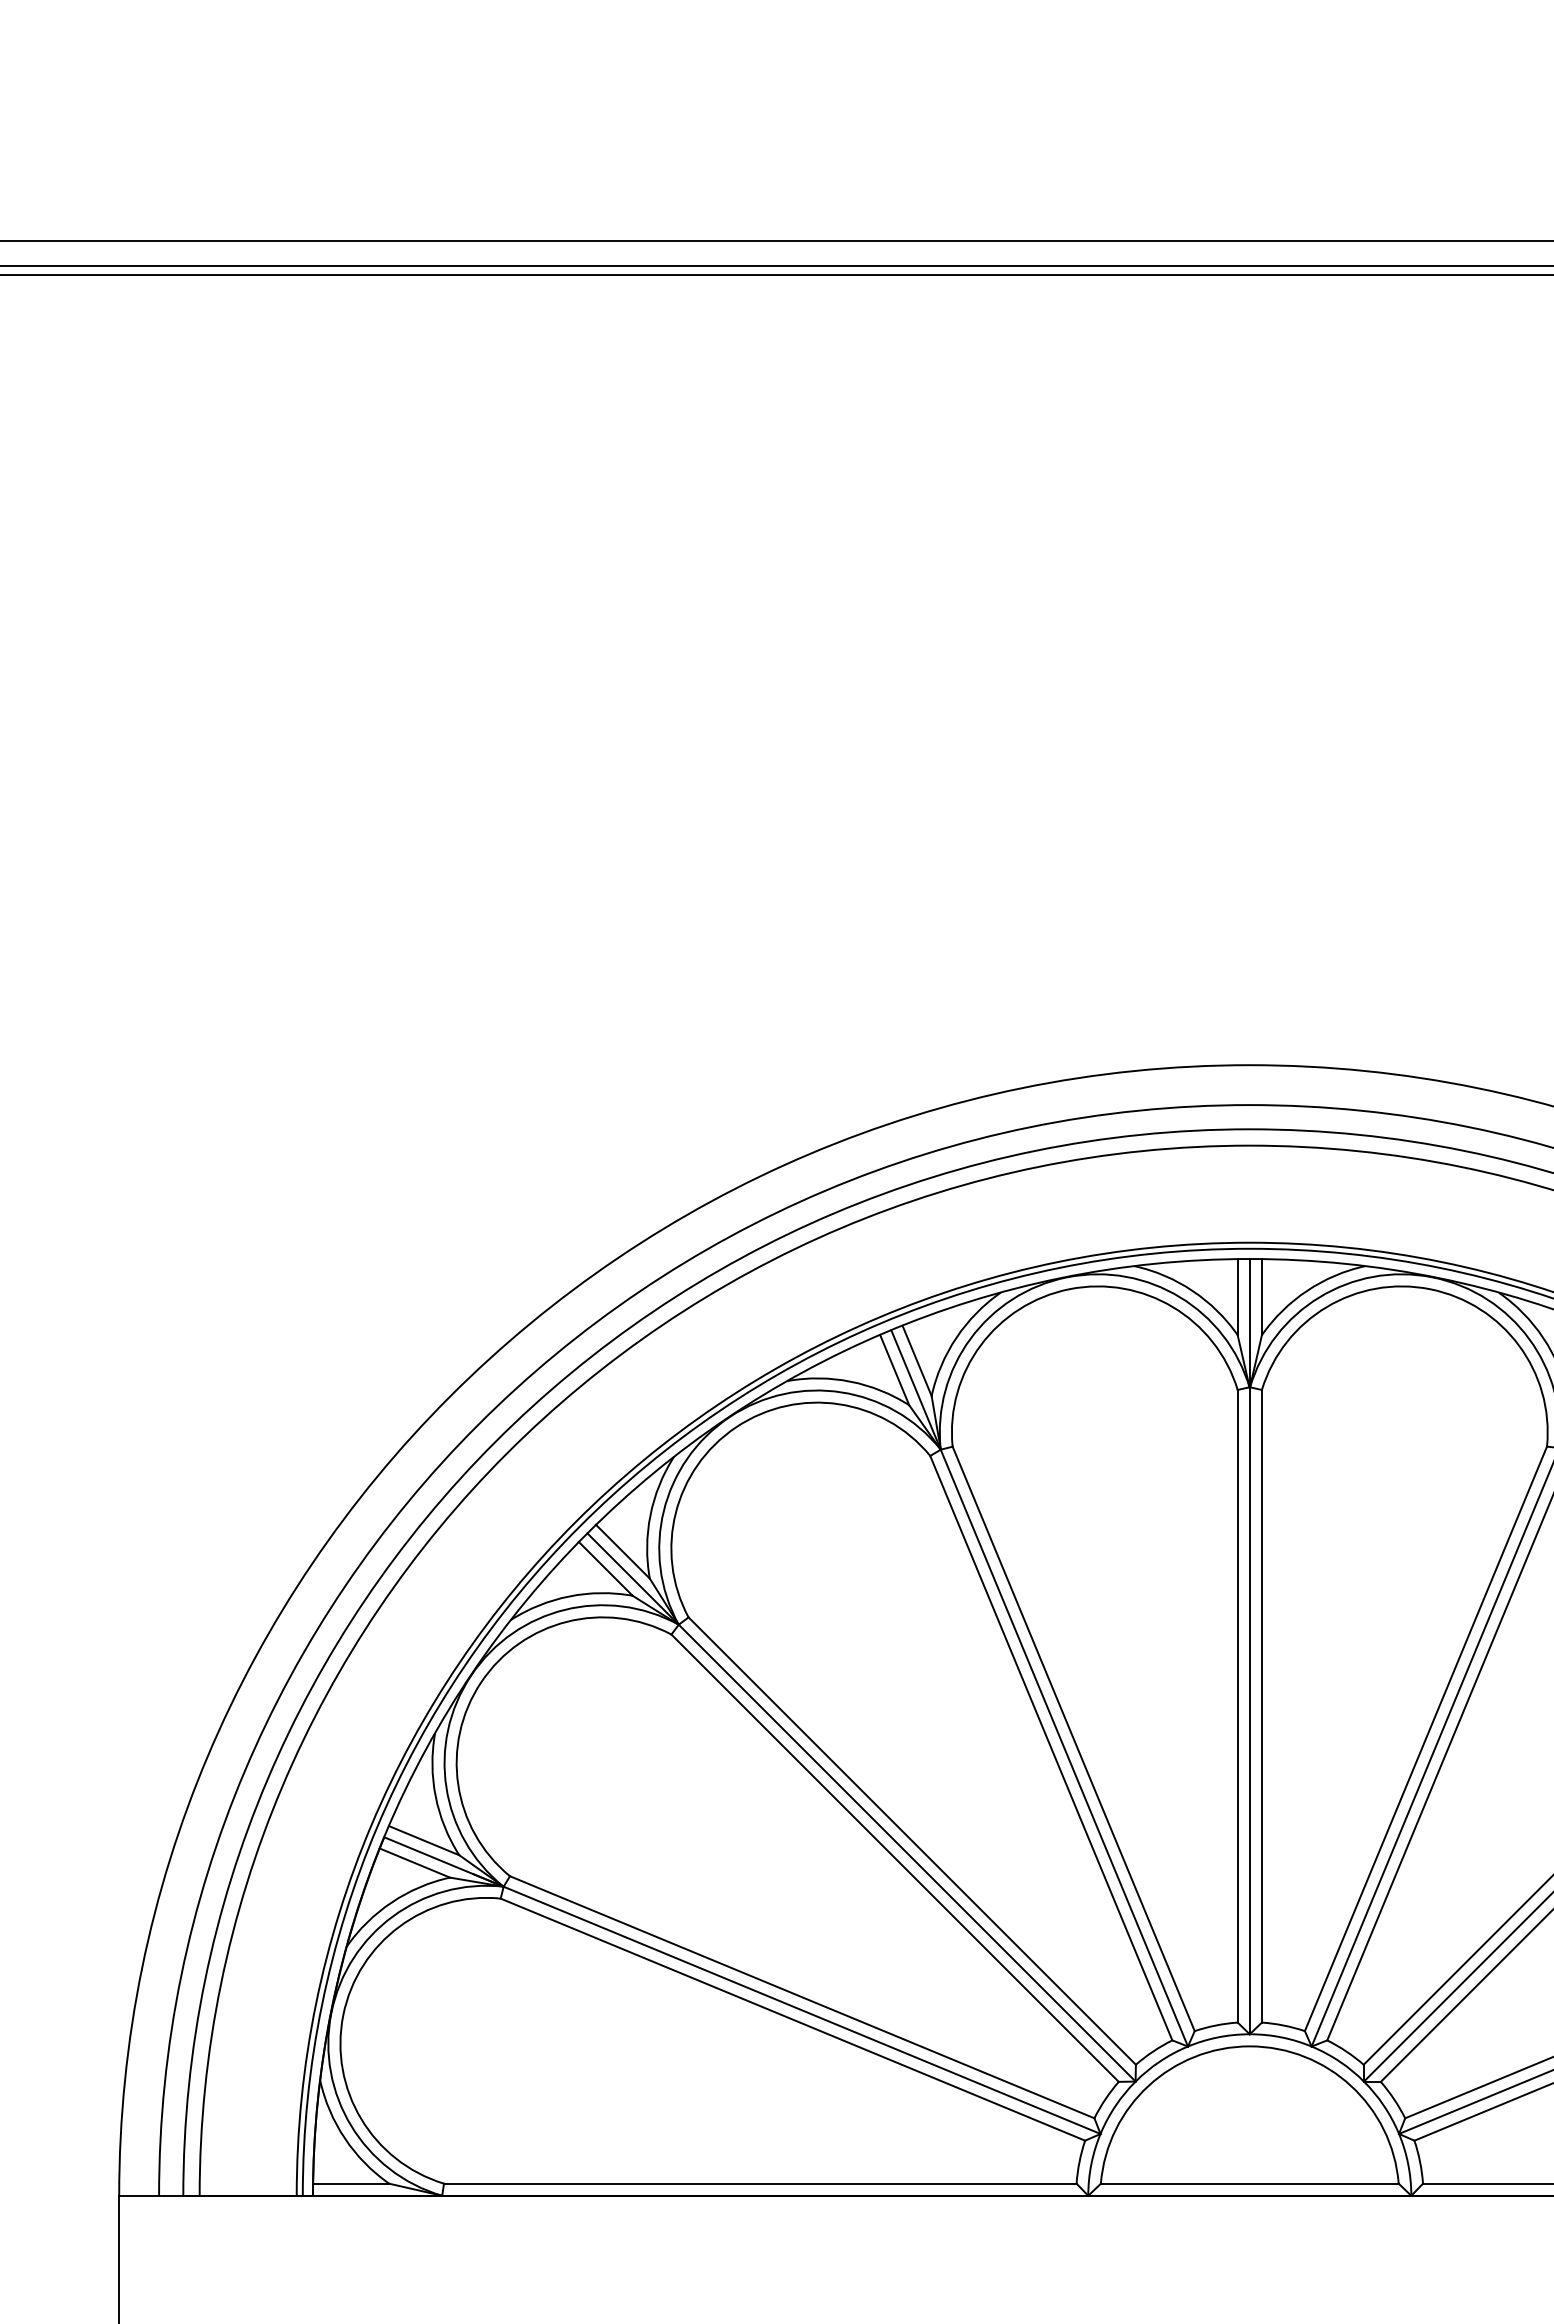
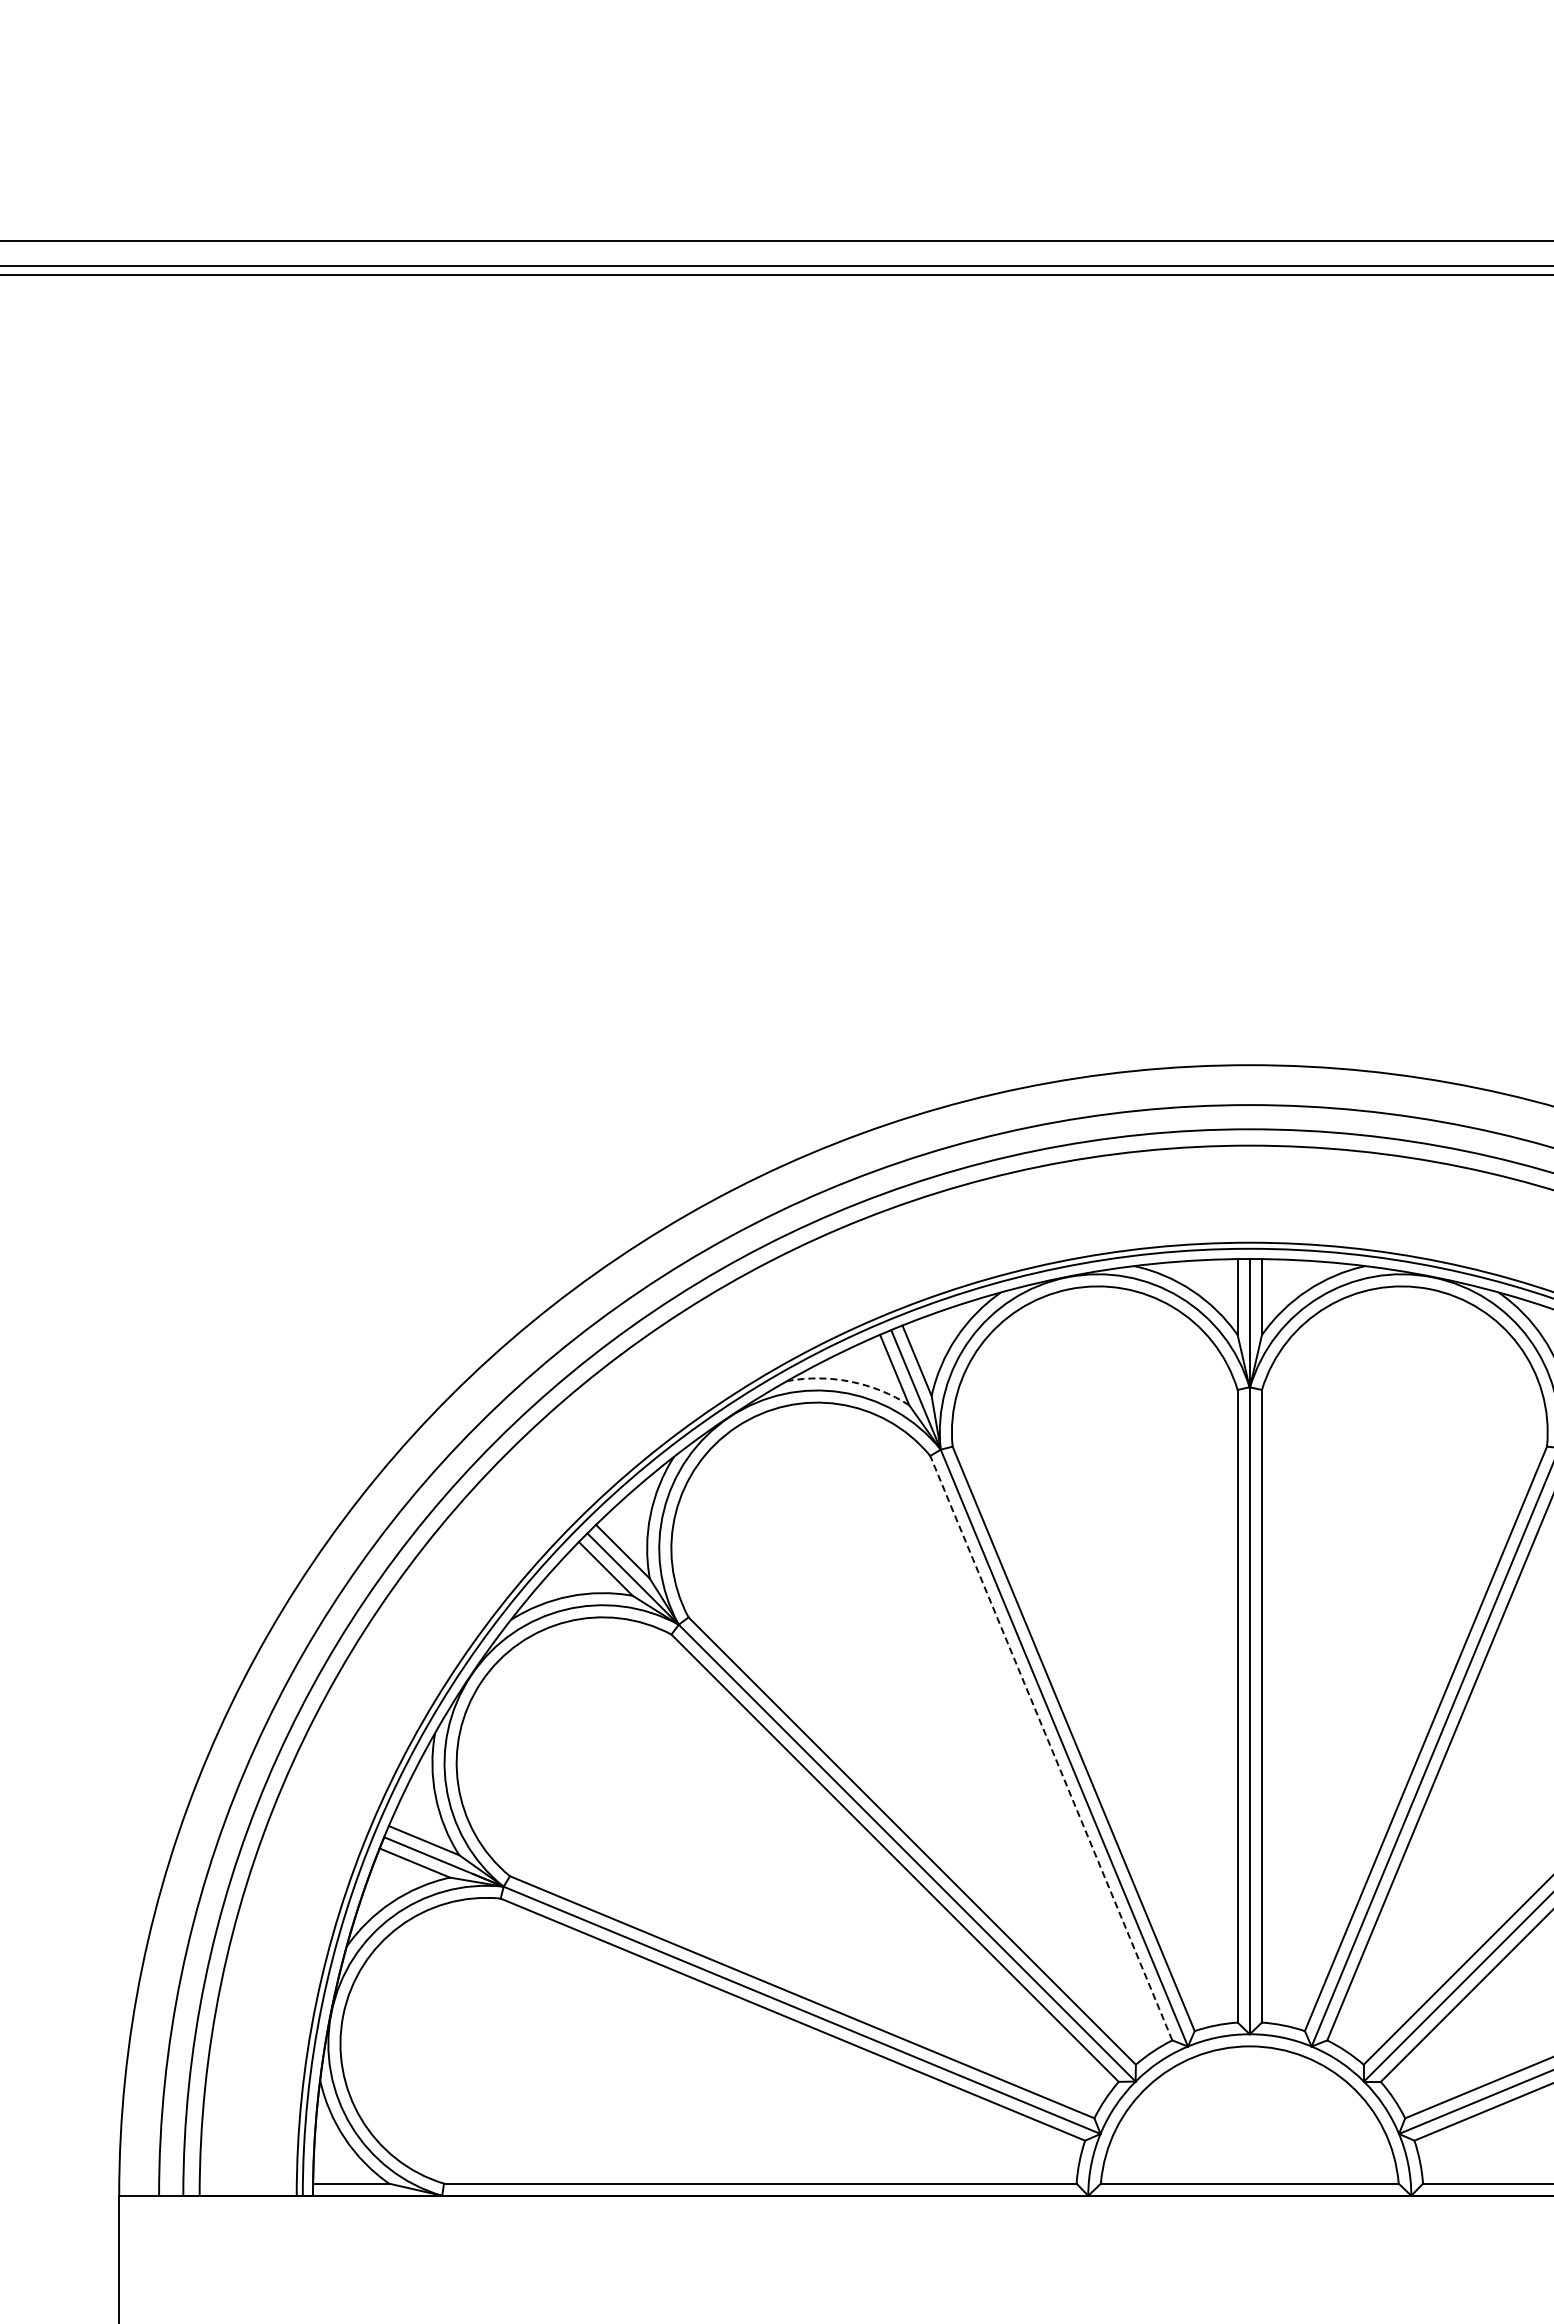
arc at (850, 1381): solid -> dashed
line at (1051, 1747): solid -> dashed
